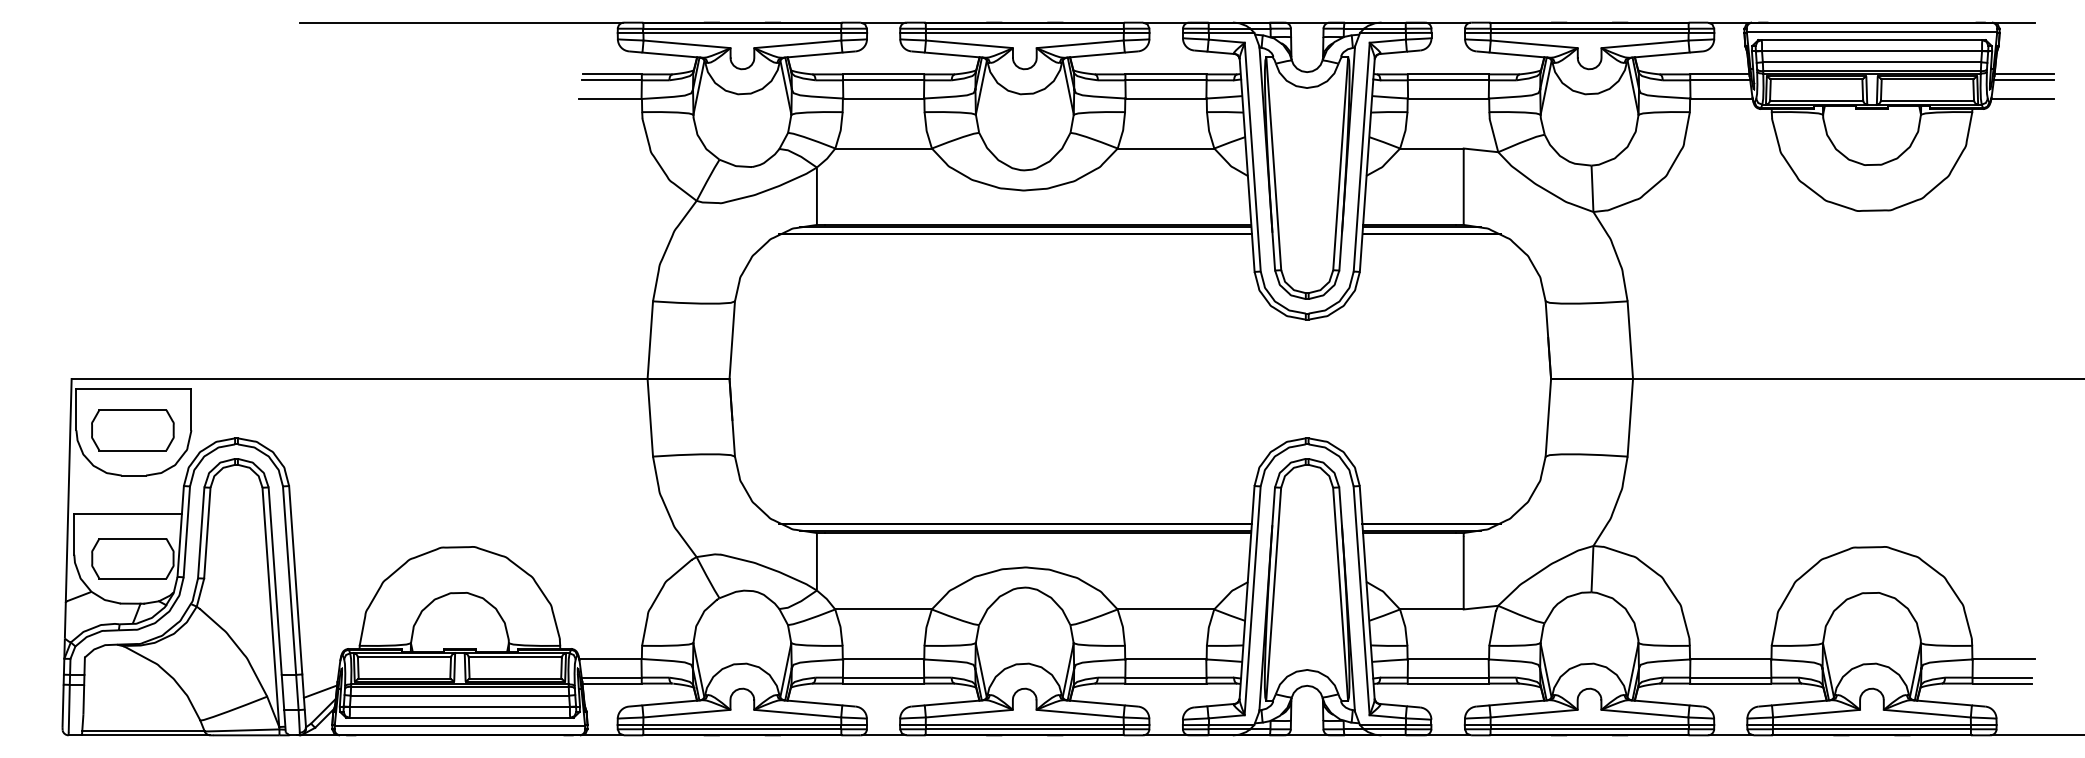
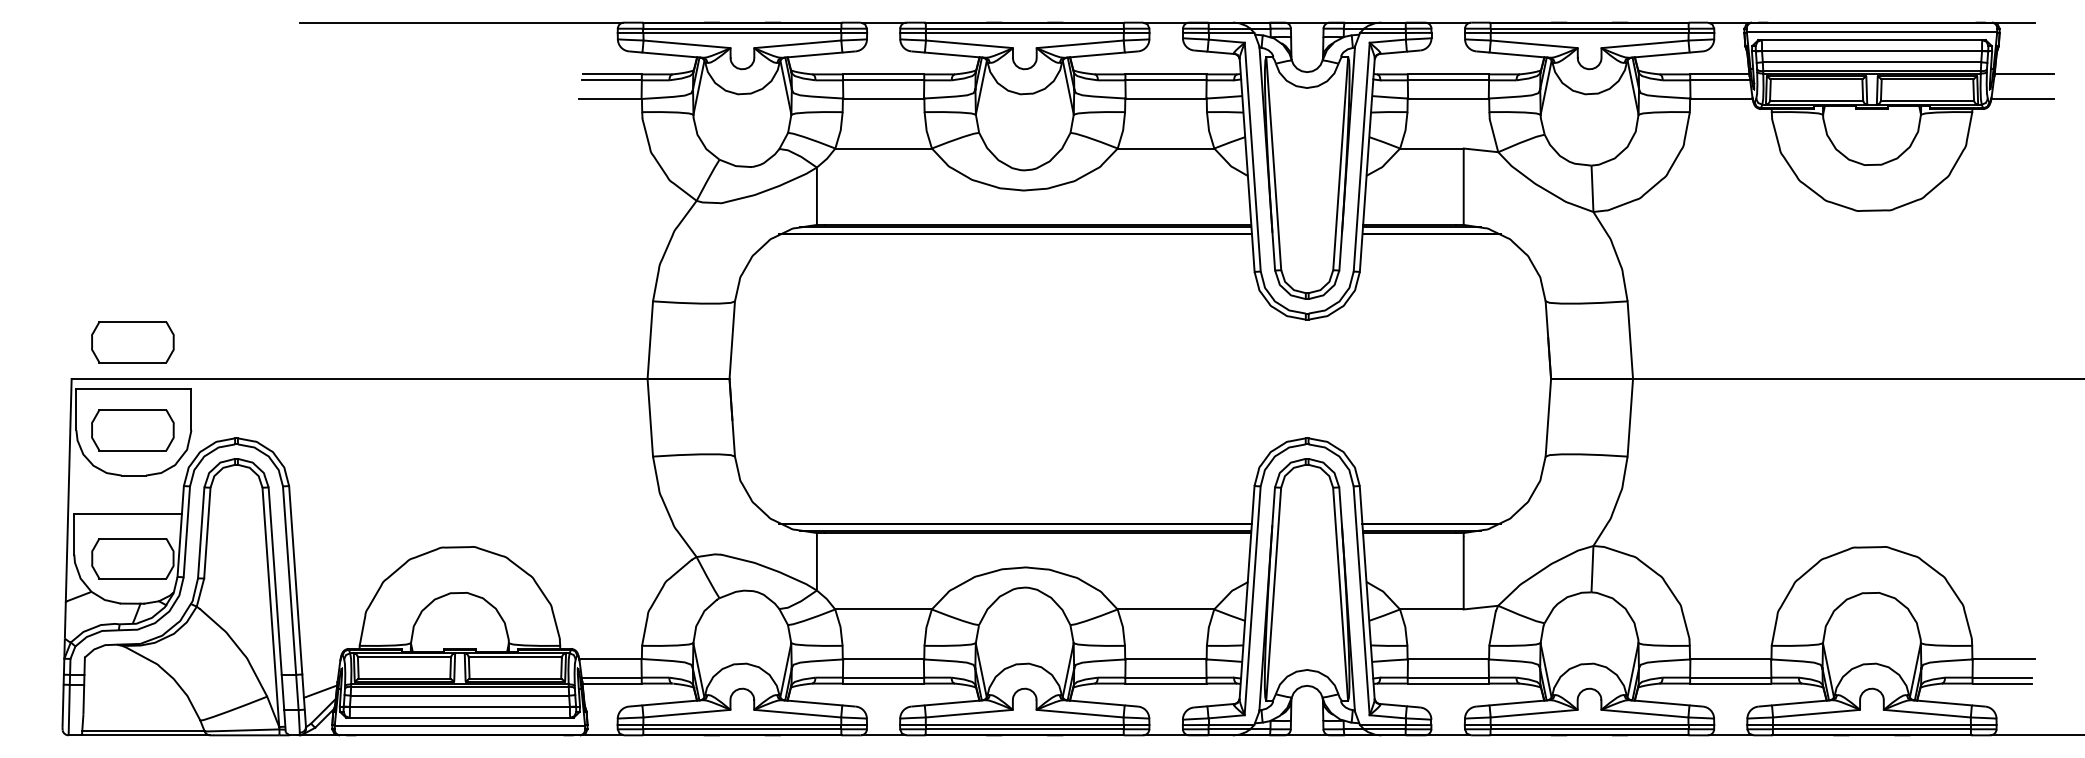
line at (2023, 80): present -> none
part at (132, 342): none -> present
